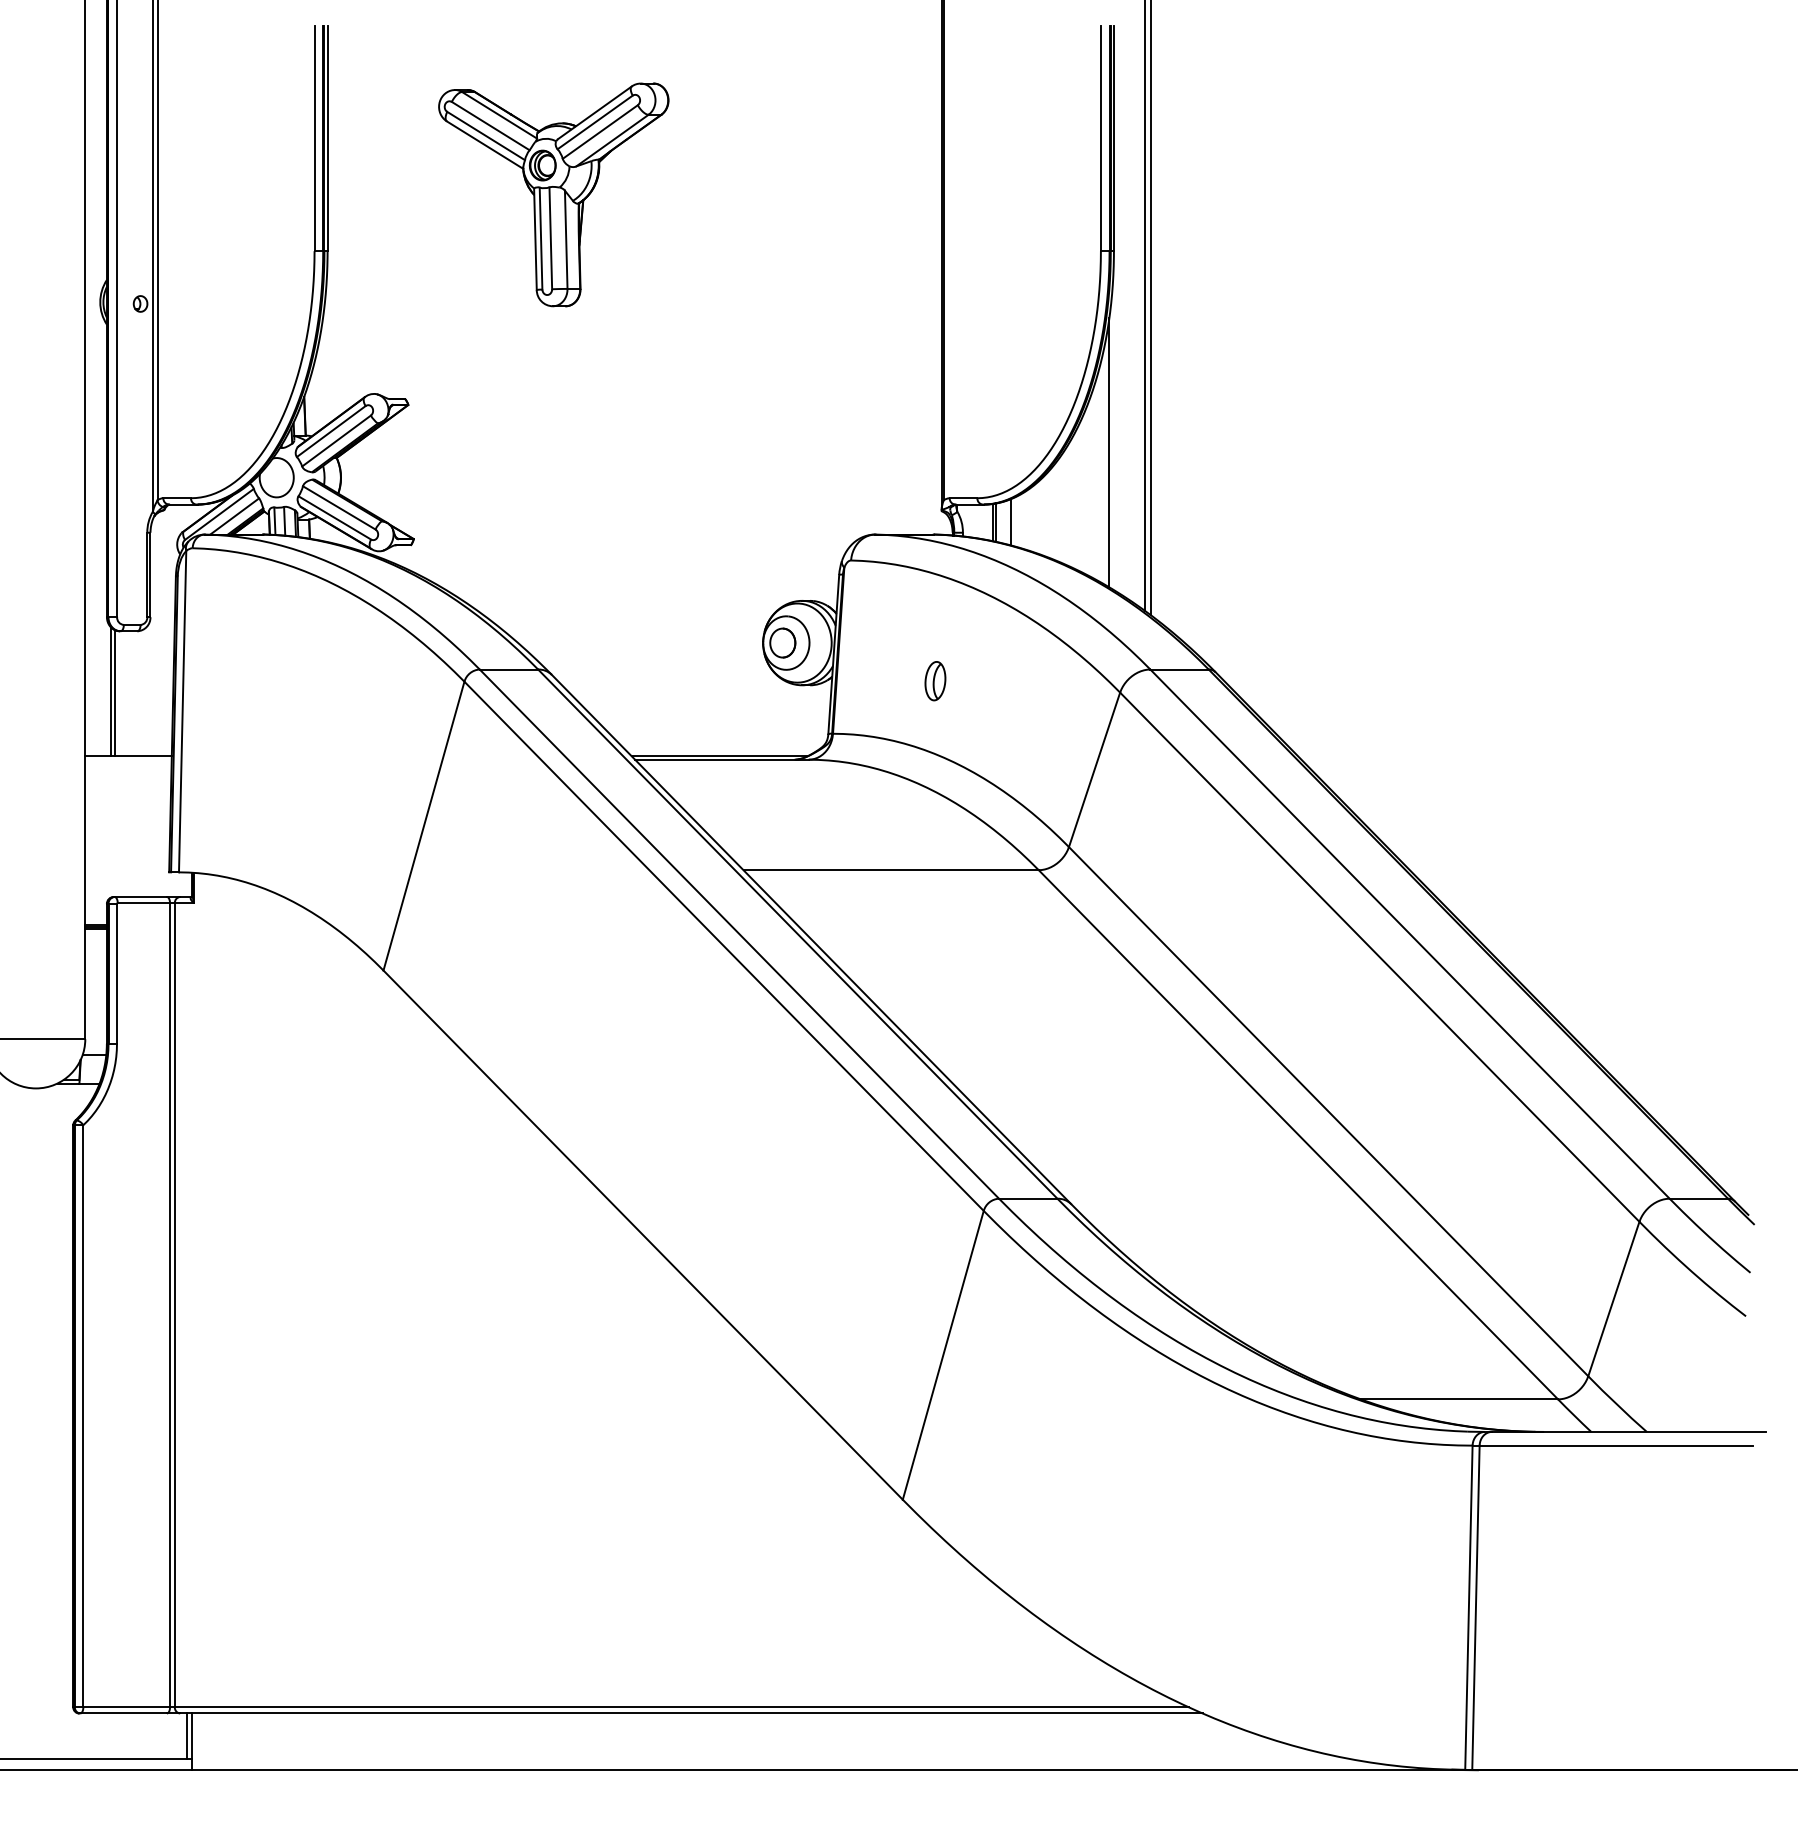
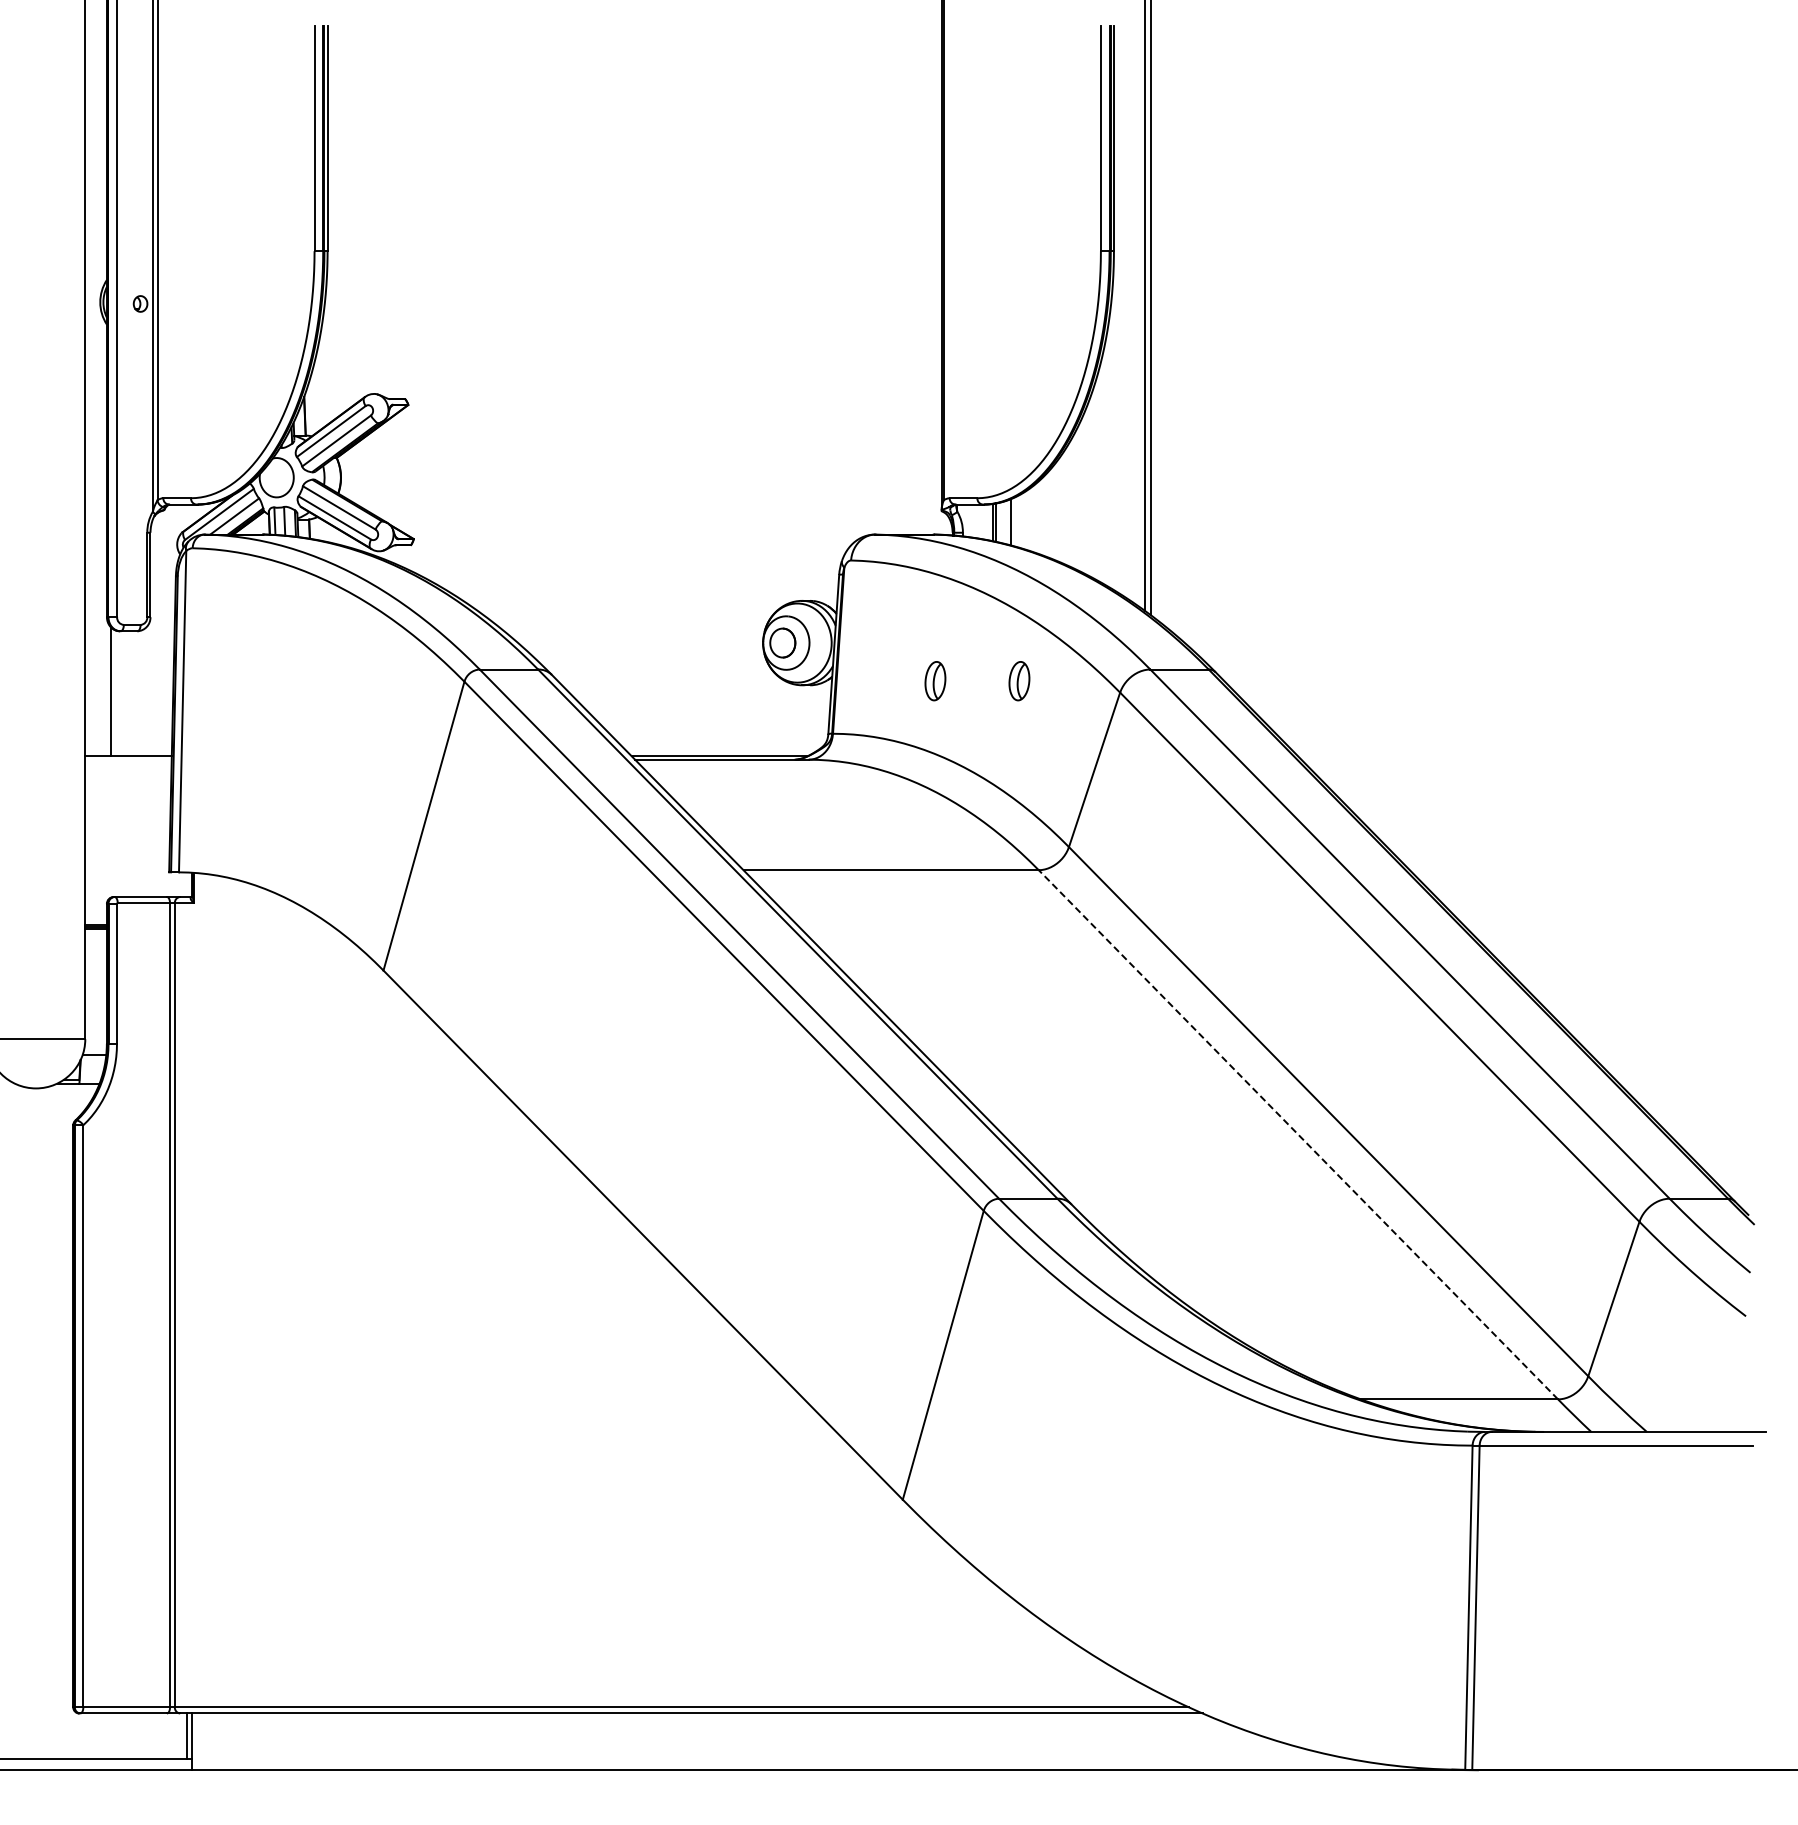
part at (553, 194): present -> none
line at (1109, 452): present -> none
part at (1019, 681): none -> present
line at (114, 692): present -> none
line at (1298, 1134): solid -> dashed
